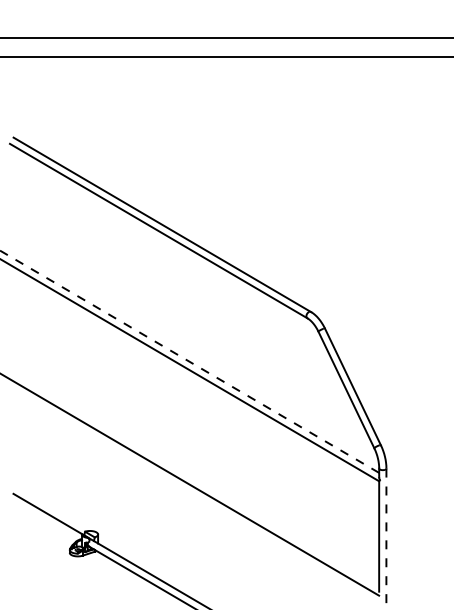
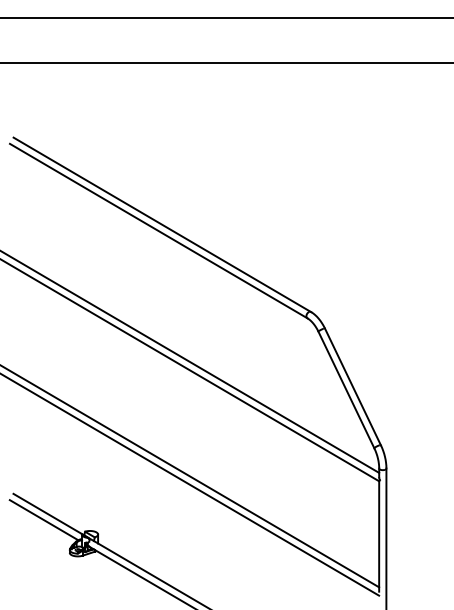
line at (226, 38) position: (226, 38) -> (226, 18)
line at (226, 57) position: (226, 57) -> (226, 63)
line at (189, 361): dashed -> solid
line at (190, 476): none -> present
line at (43, 520): none -> present
line at (386, 539): dashed -> solid
